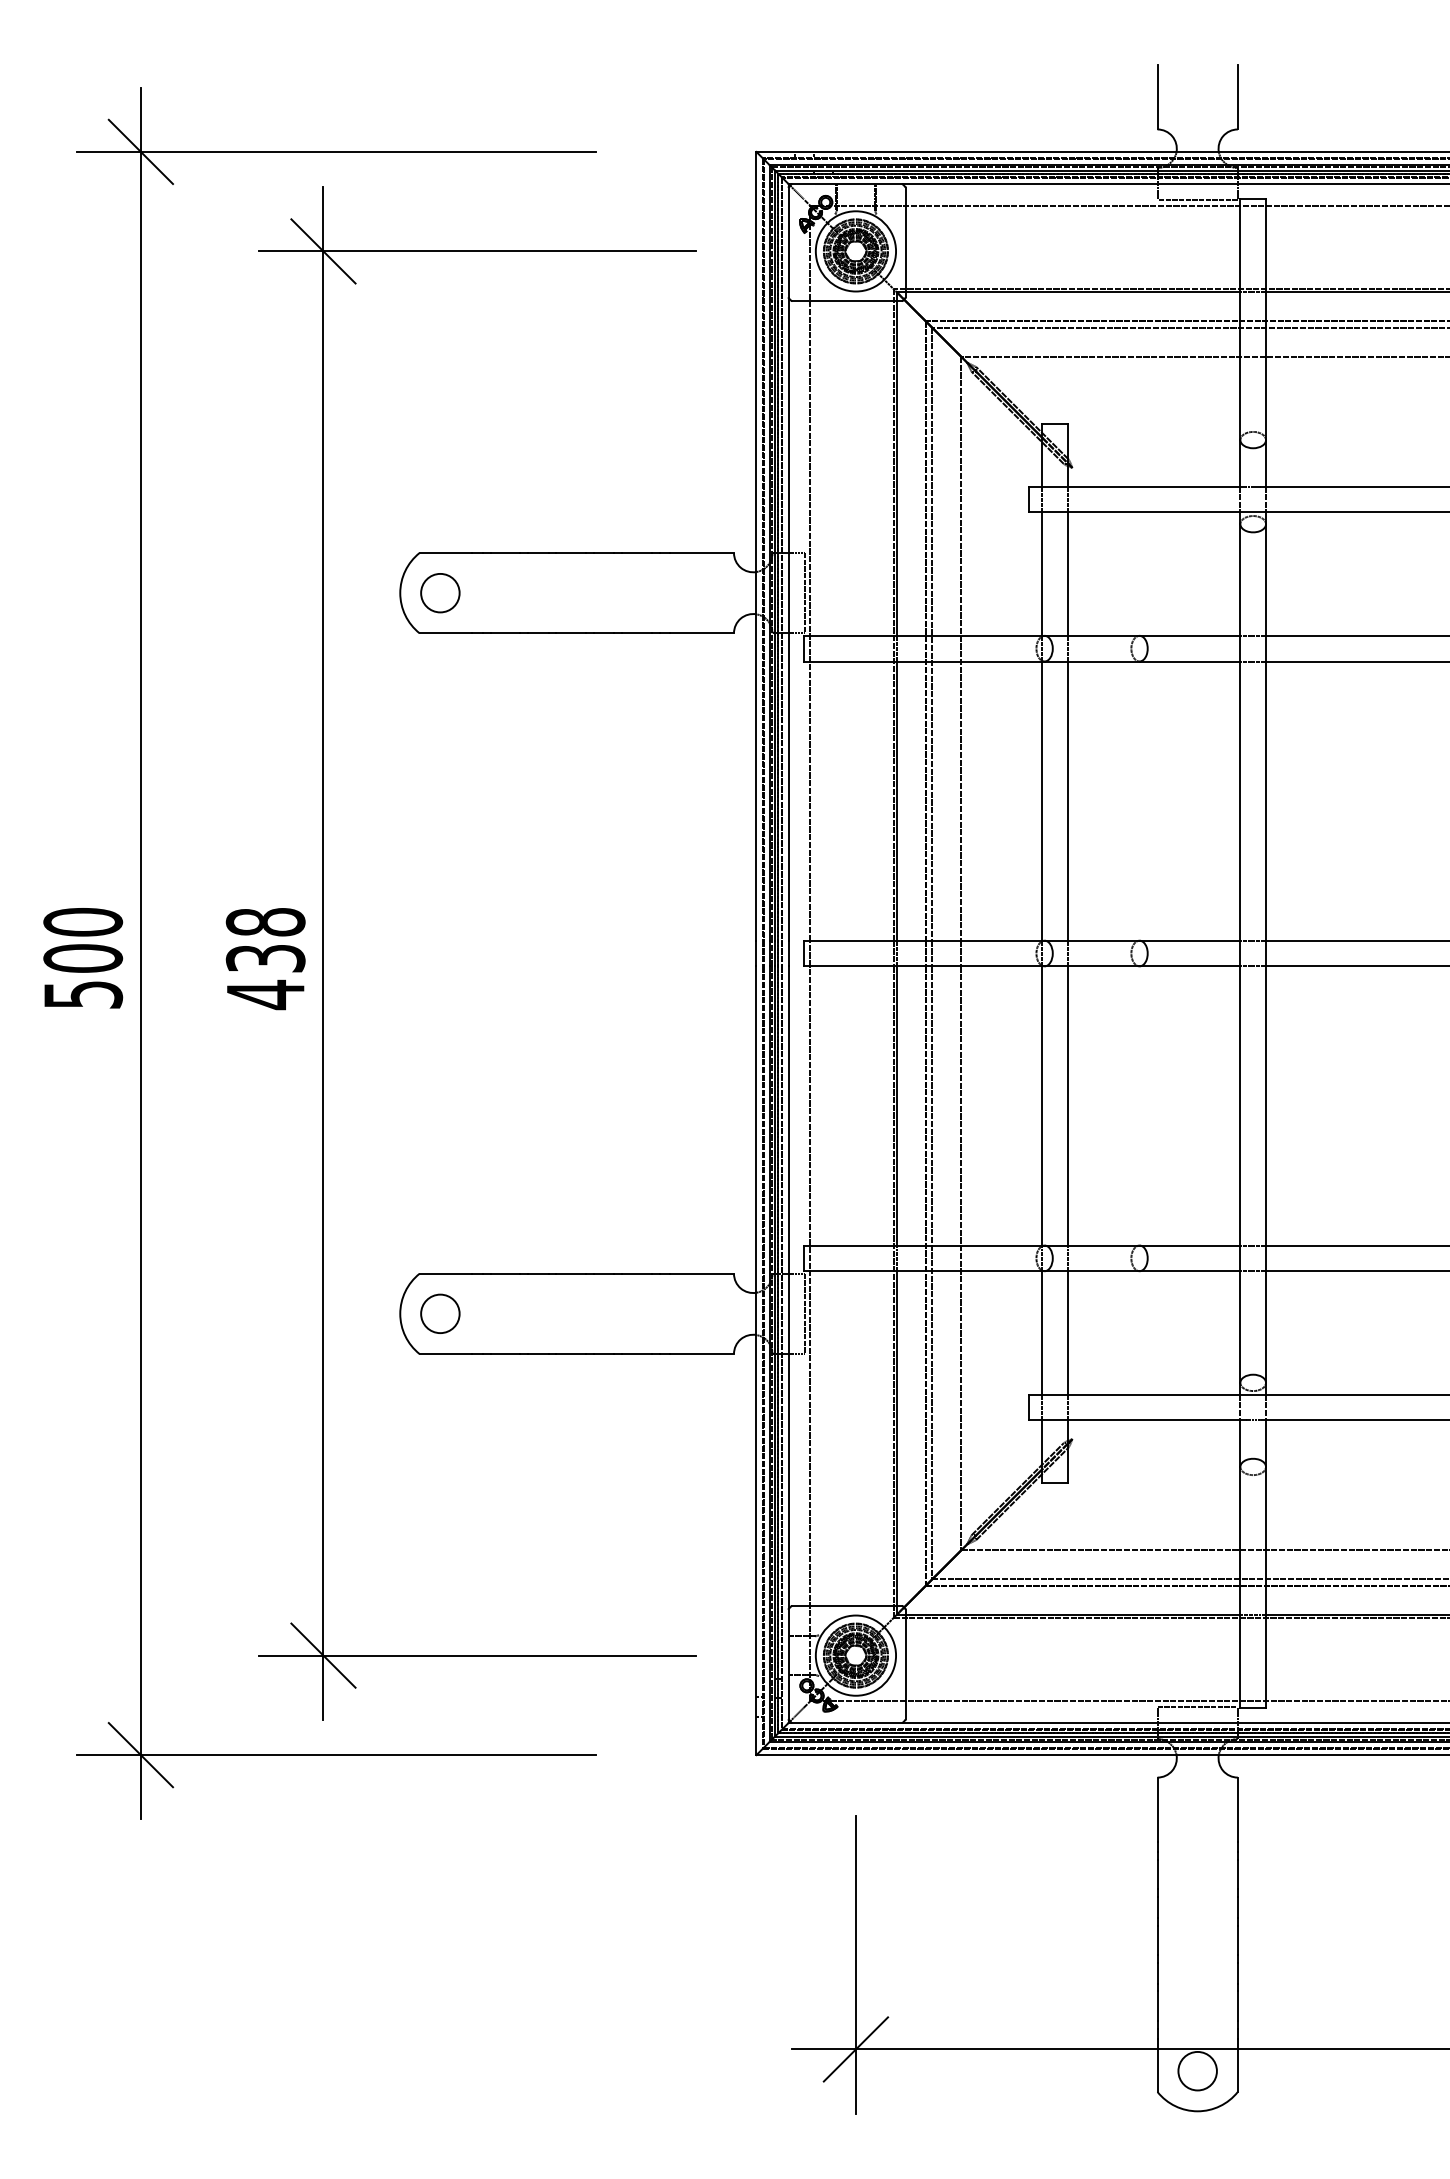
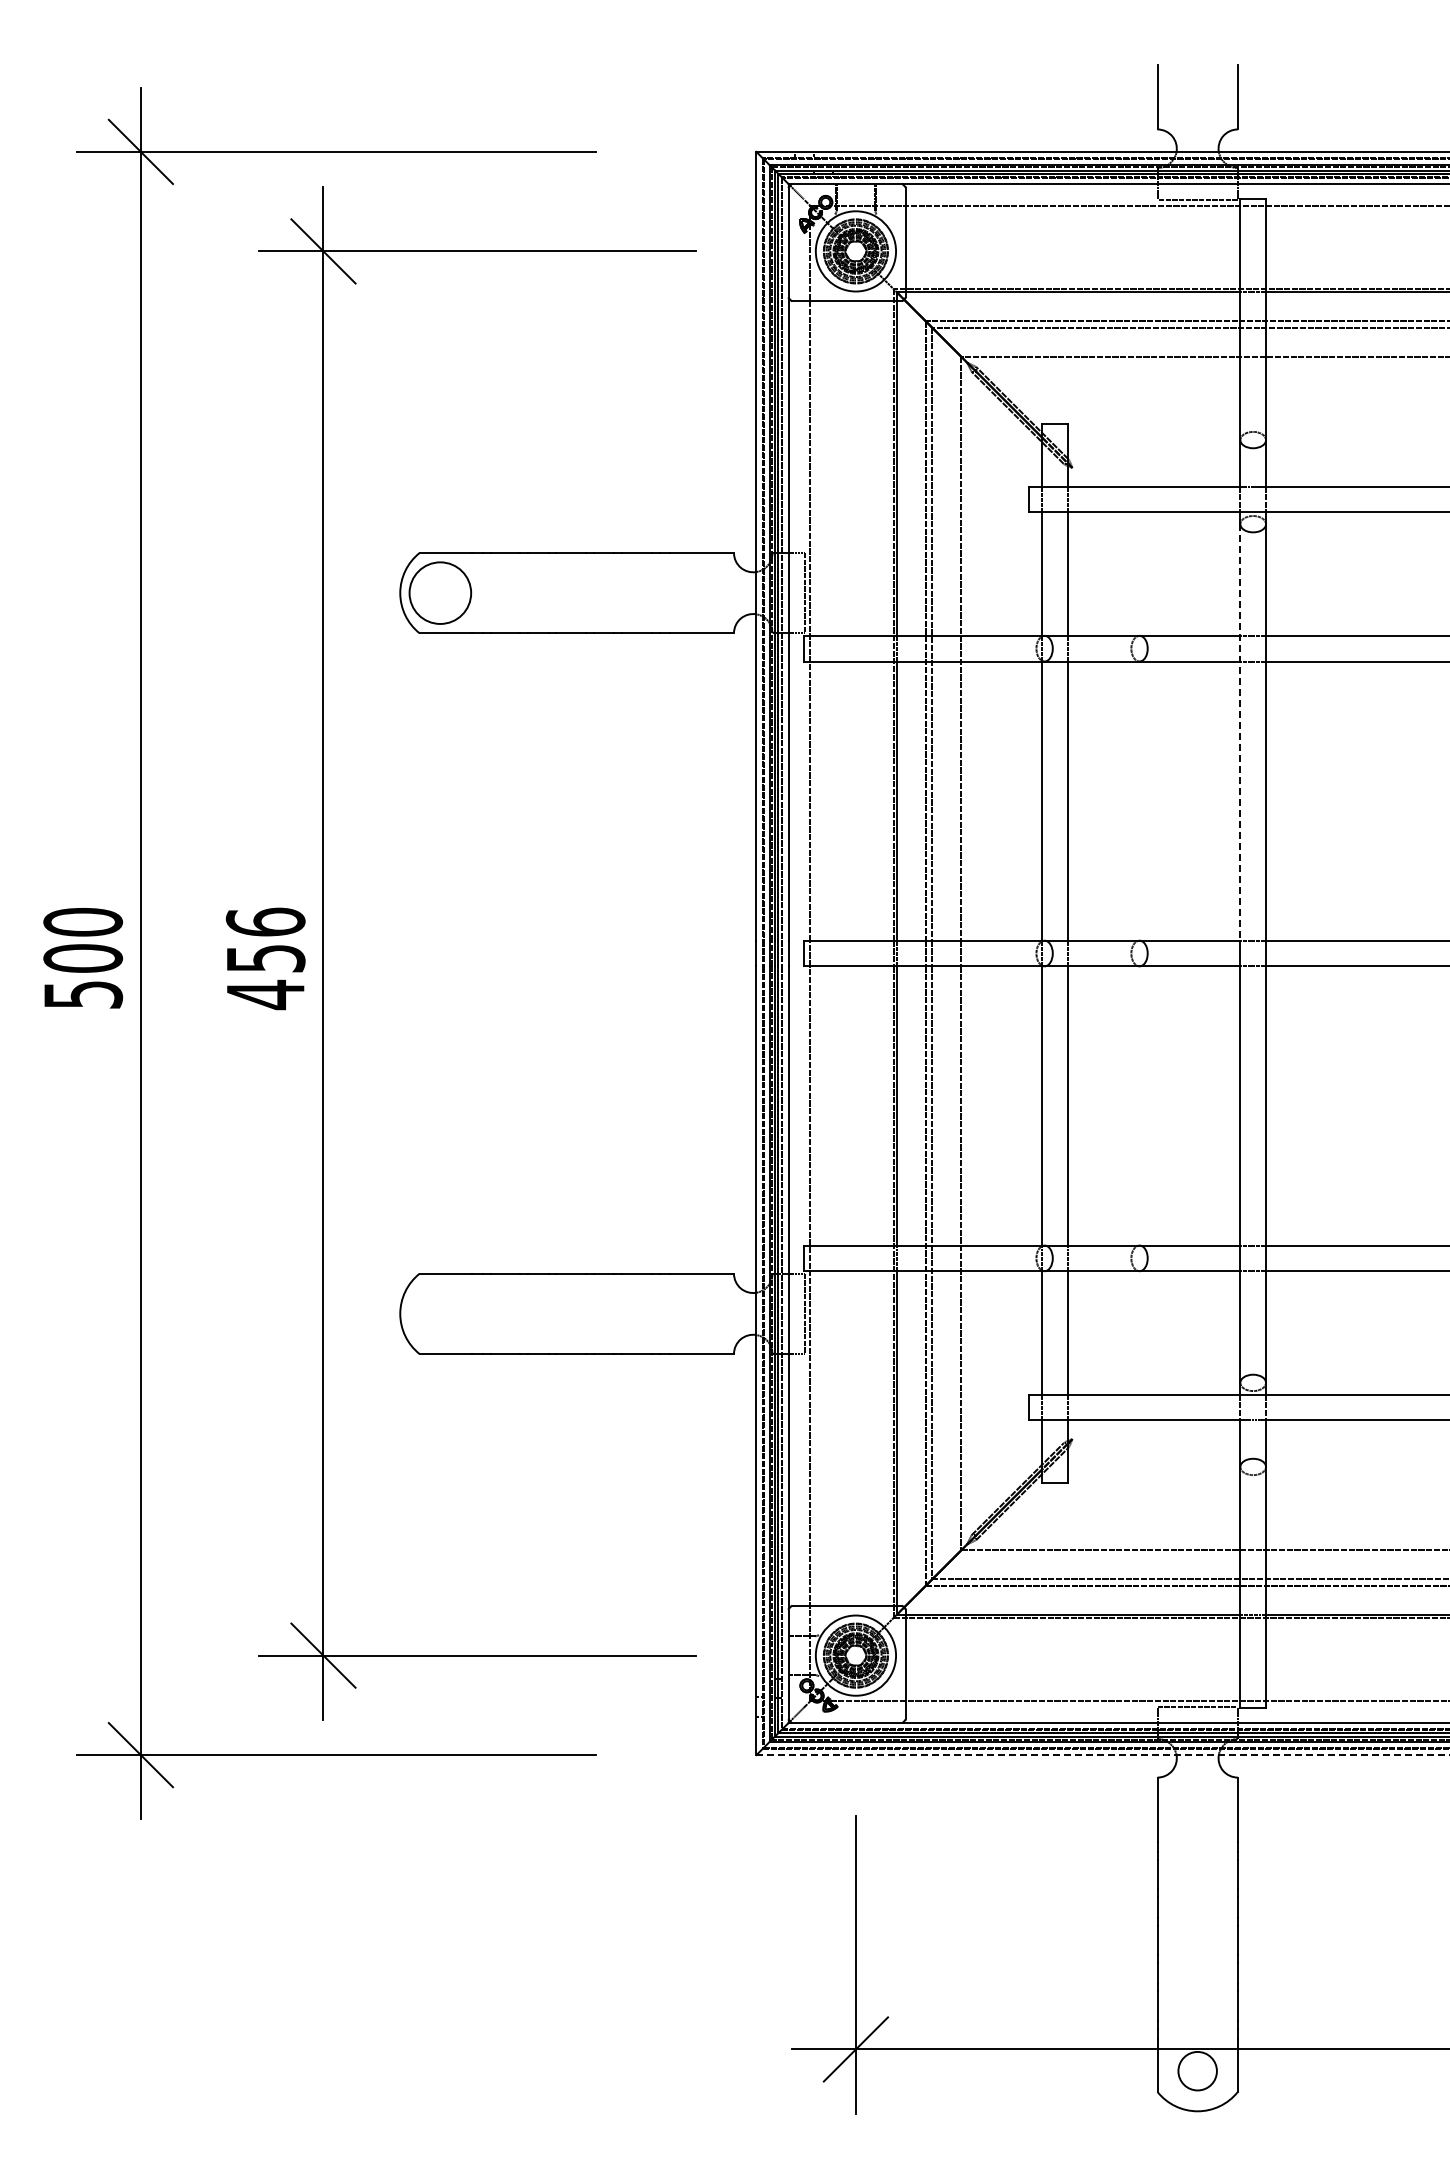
circle at (440, 592) diameter: 39 px -> 62 px
line at (1240, 732): solid -> dashed
text at (265, 939): 438 -> 456
circle at (440, 1313): present -> none
line at (1102, 1755): solid -> dashed
